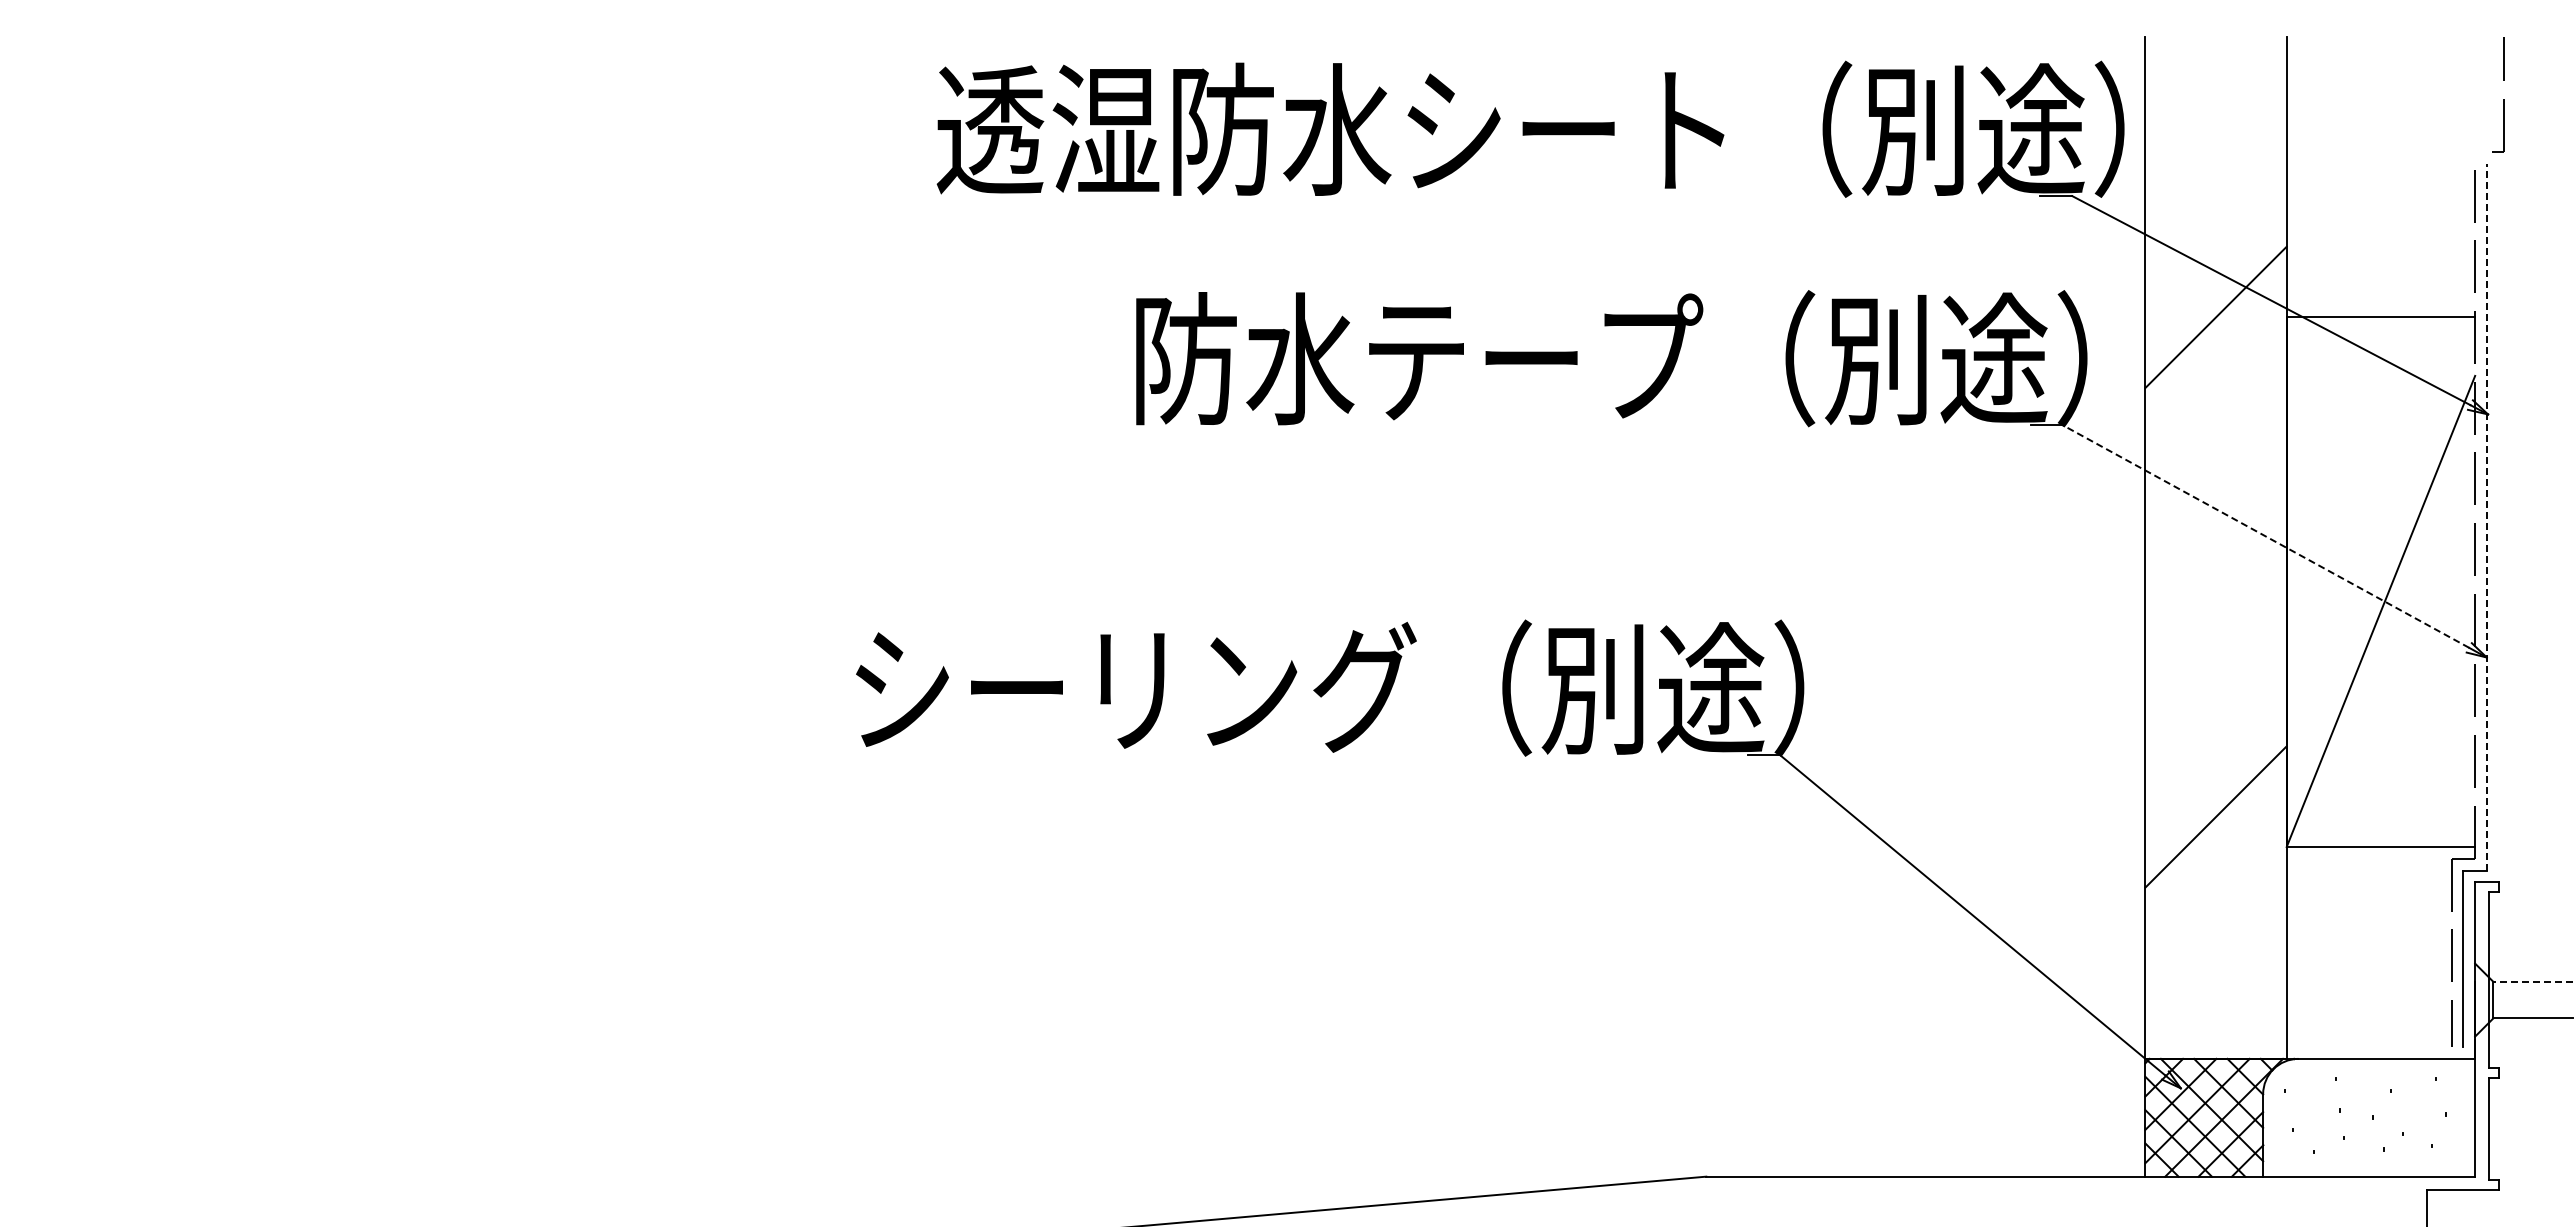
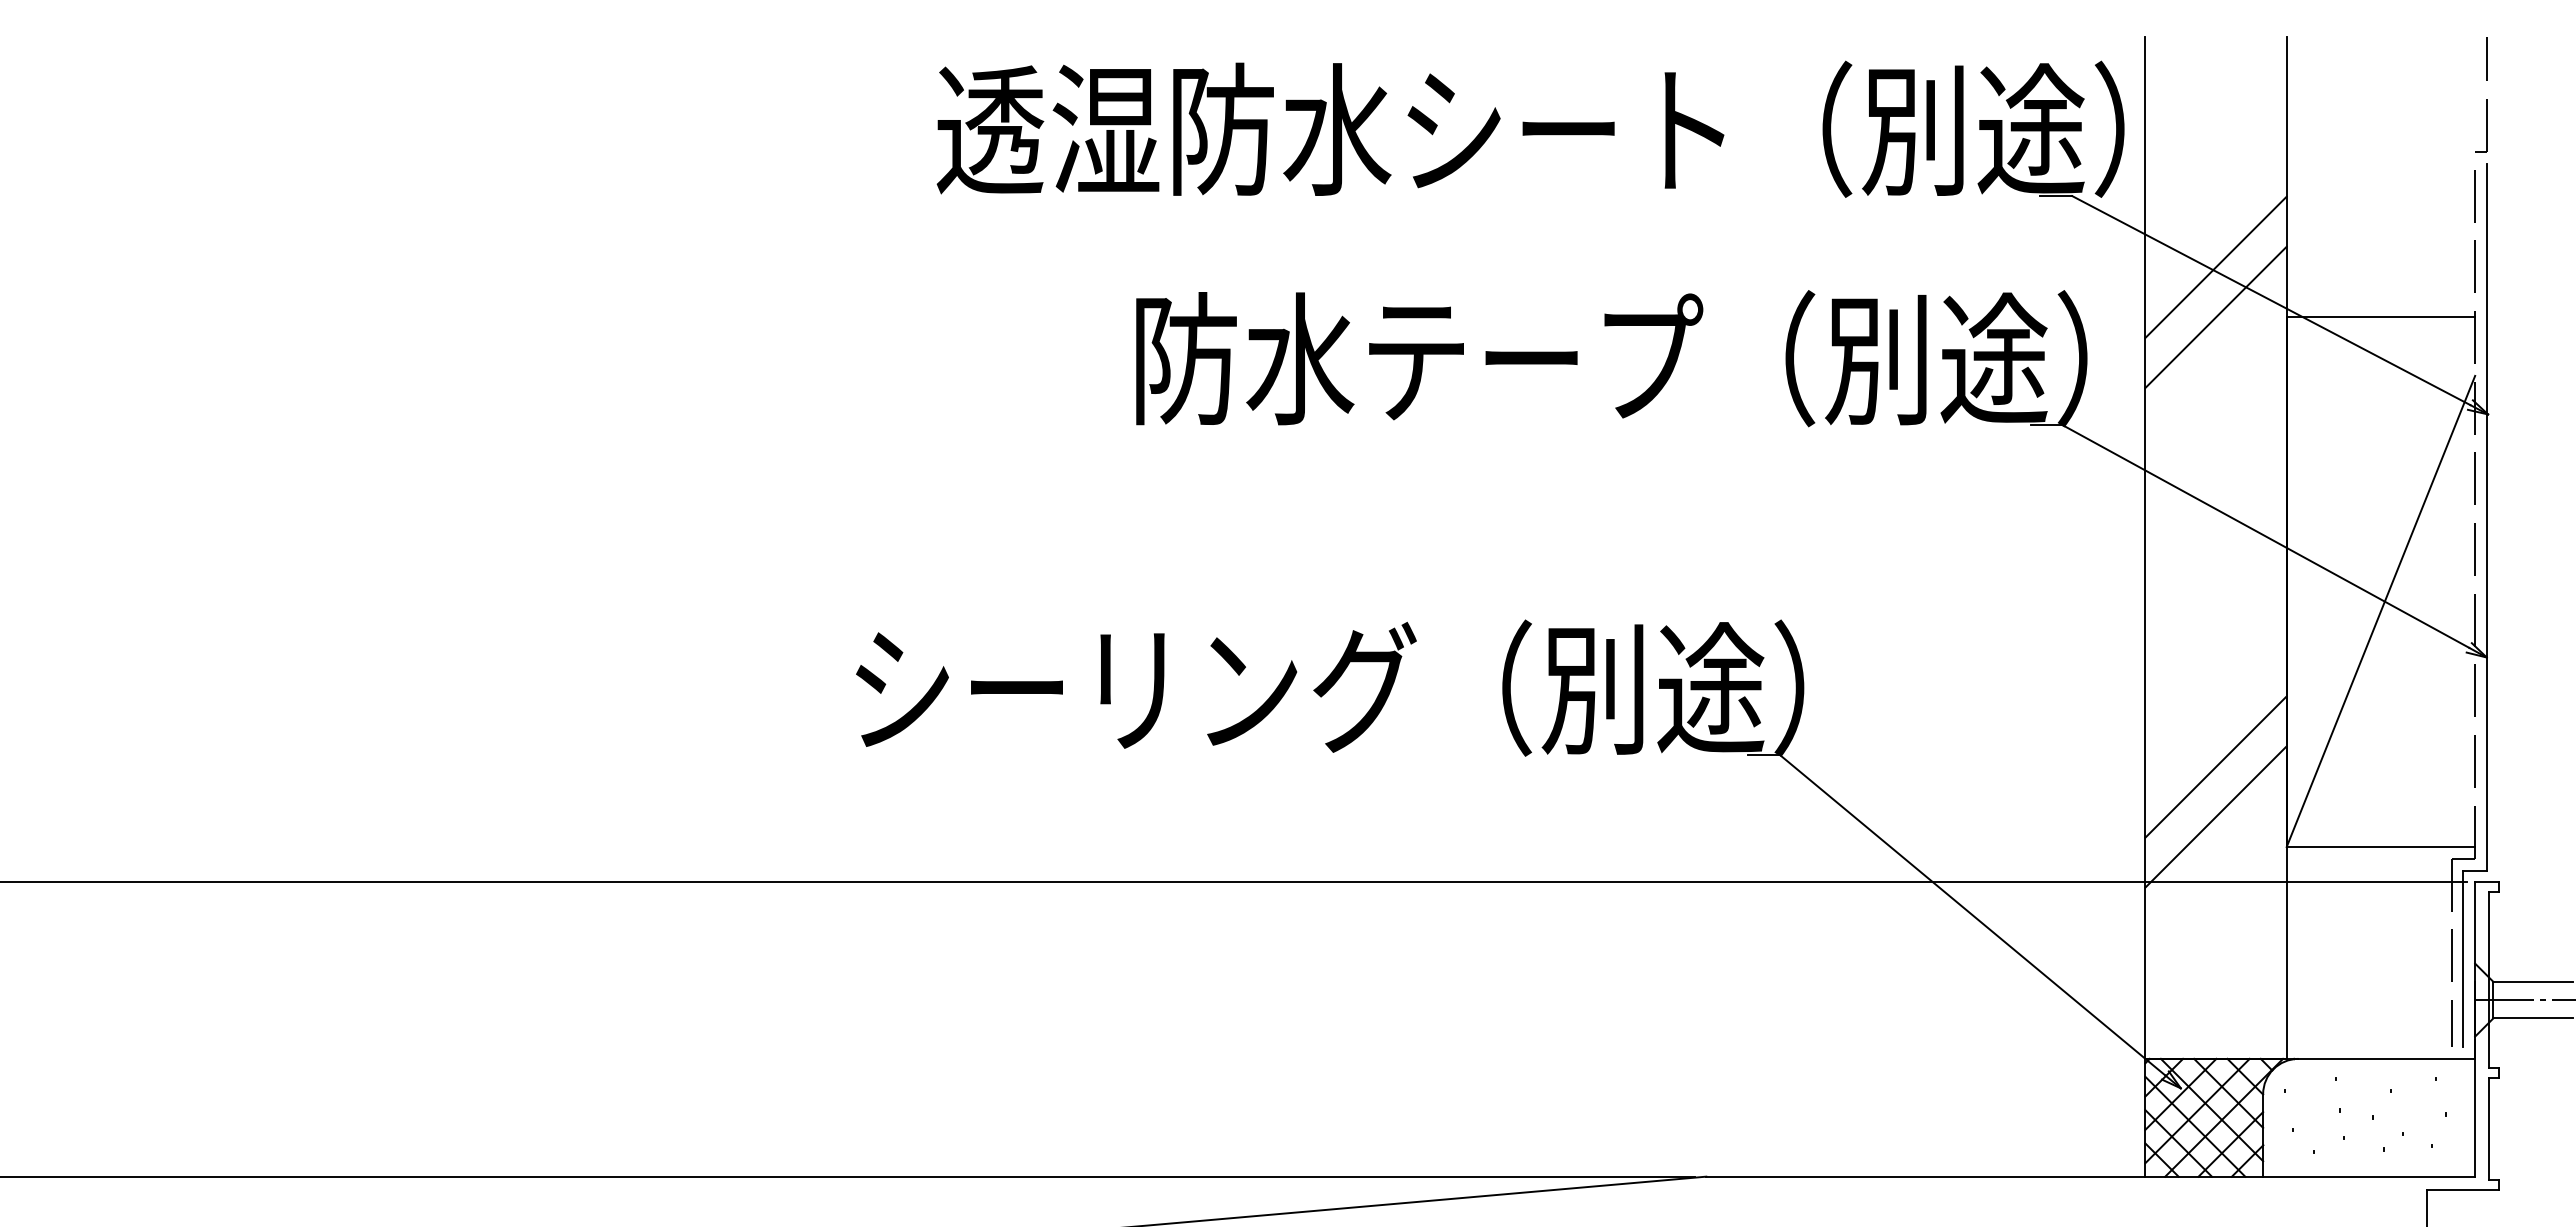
part at (2503, 99) position: (2503, 99) -> (2486, 99)
line at (2215, 267): none -> present
line at (2486, 516): dashed -> solid
line at (2266, 536): dashed -> solid
line at (2215, 766): none -> present
line at (1234, 882): none -> present
line at (2533, 981): dashed -> solid
line at (2523, 1000): none -> present
line at (848, 1176): none -> present
